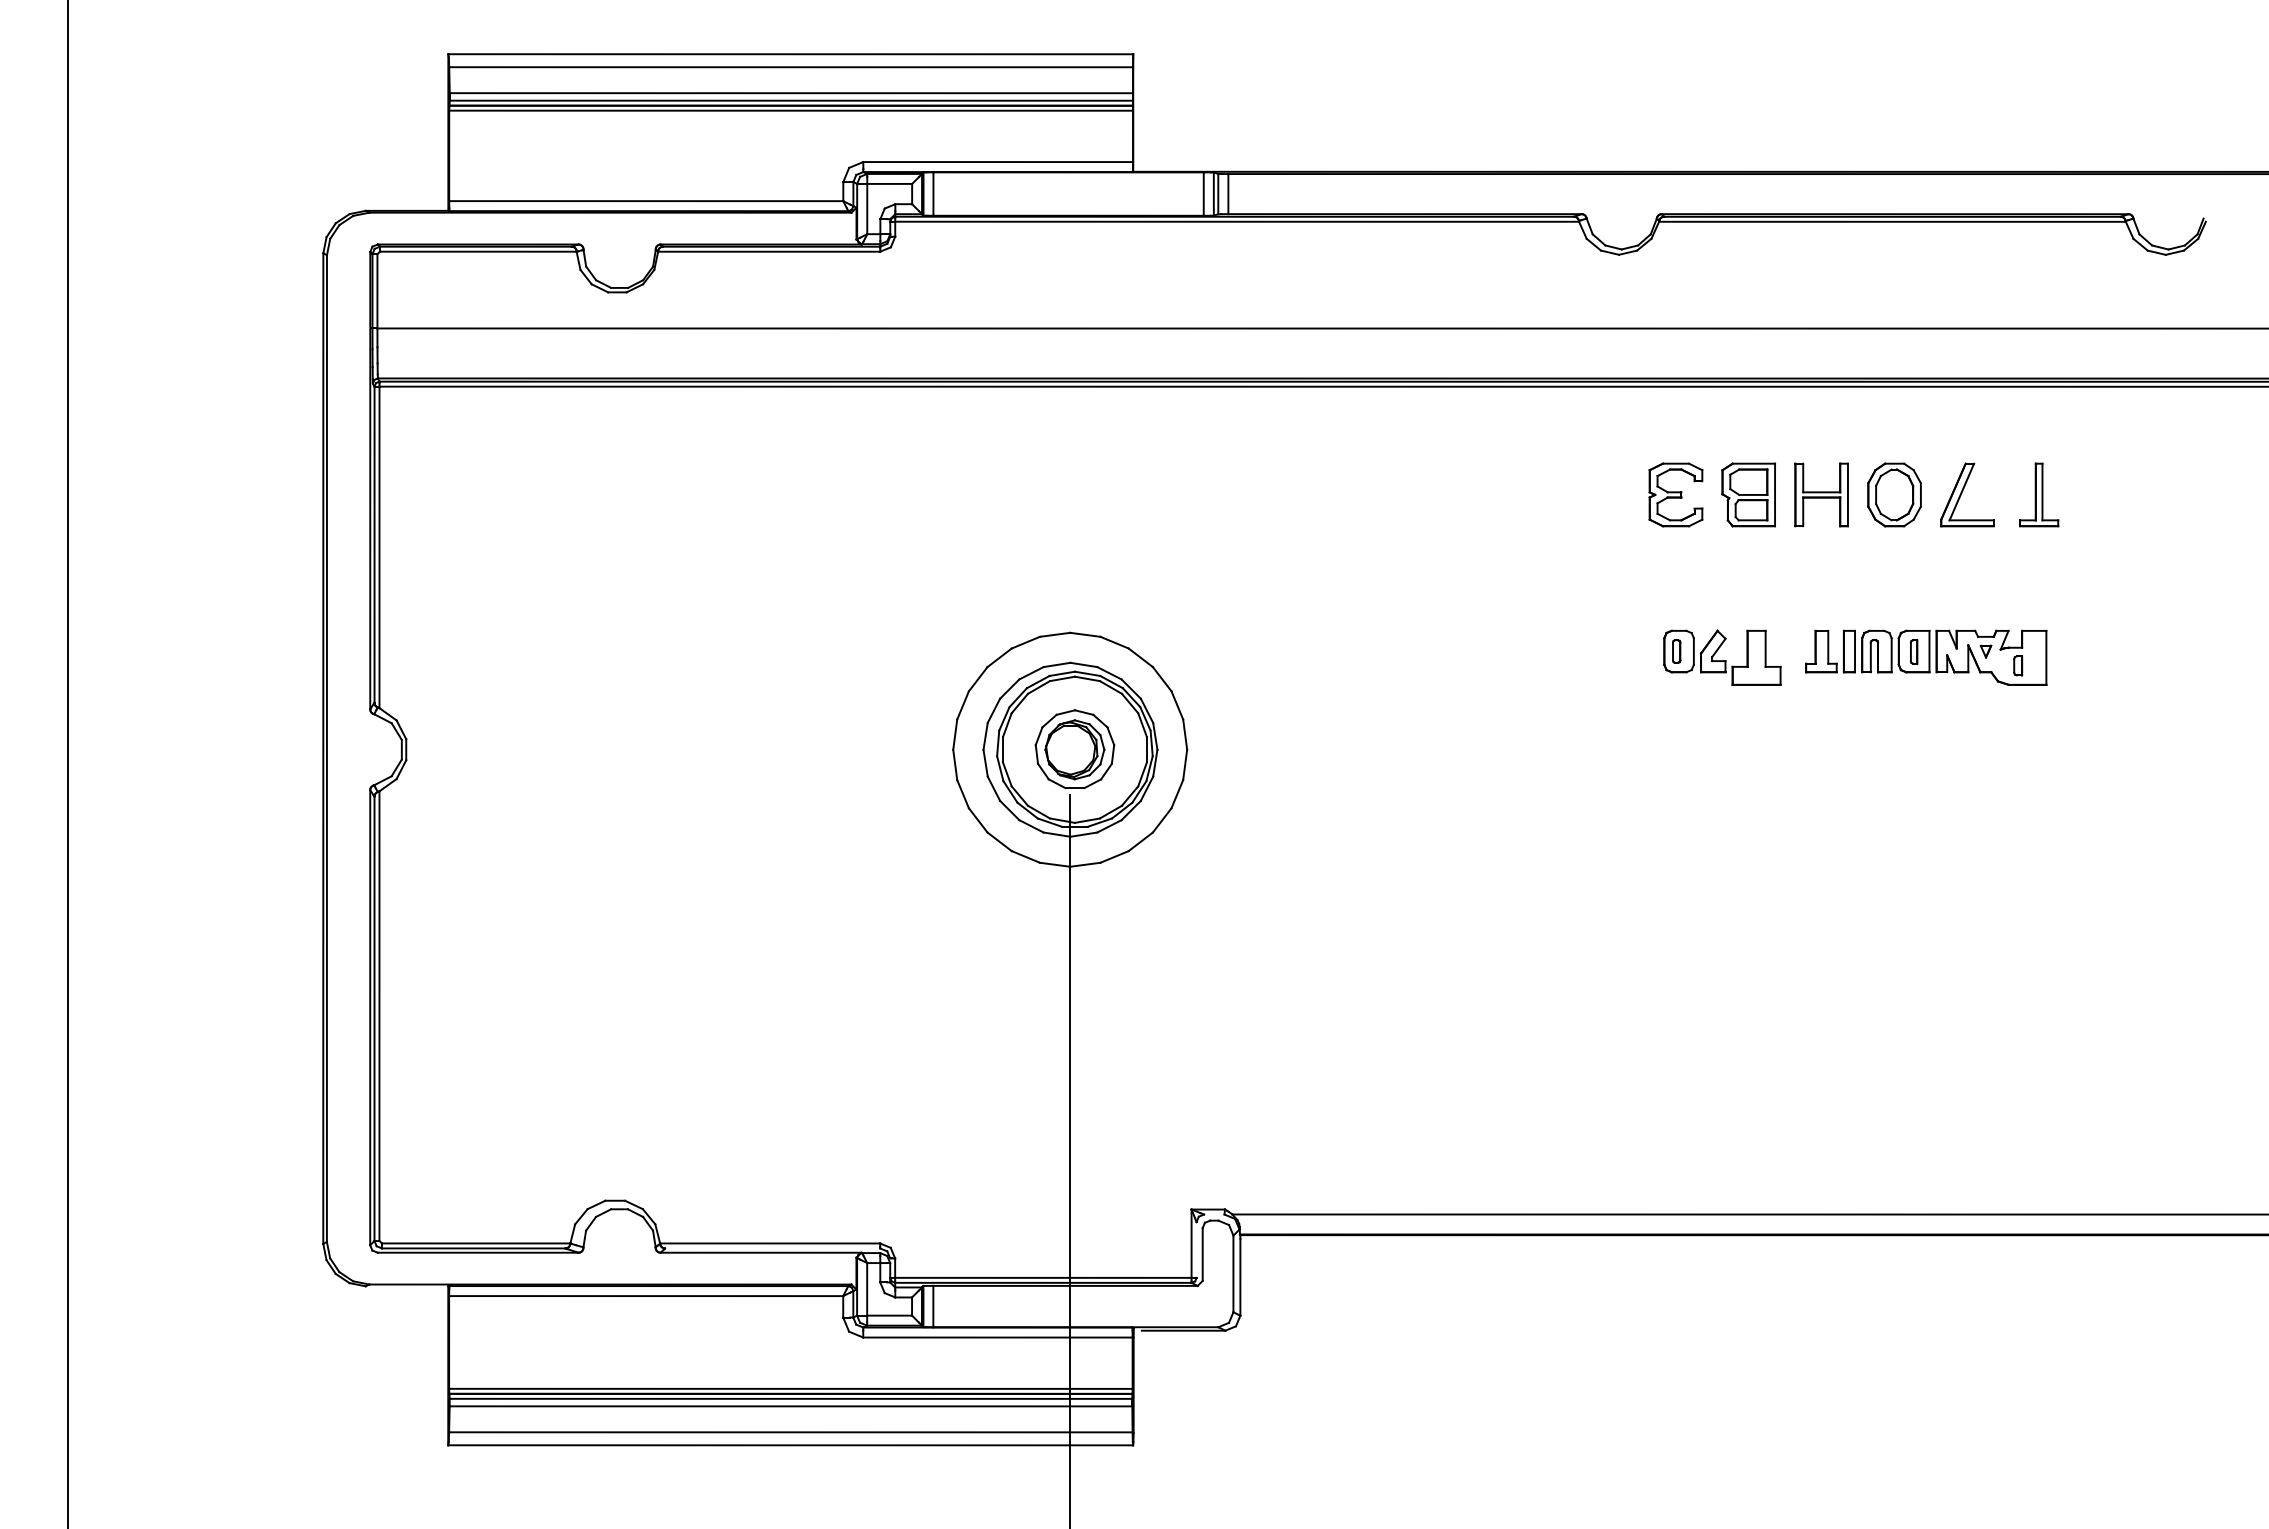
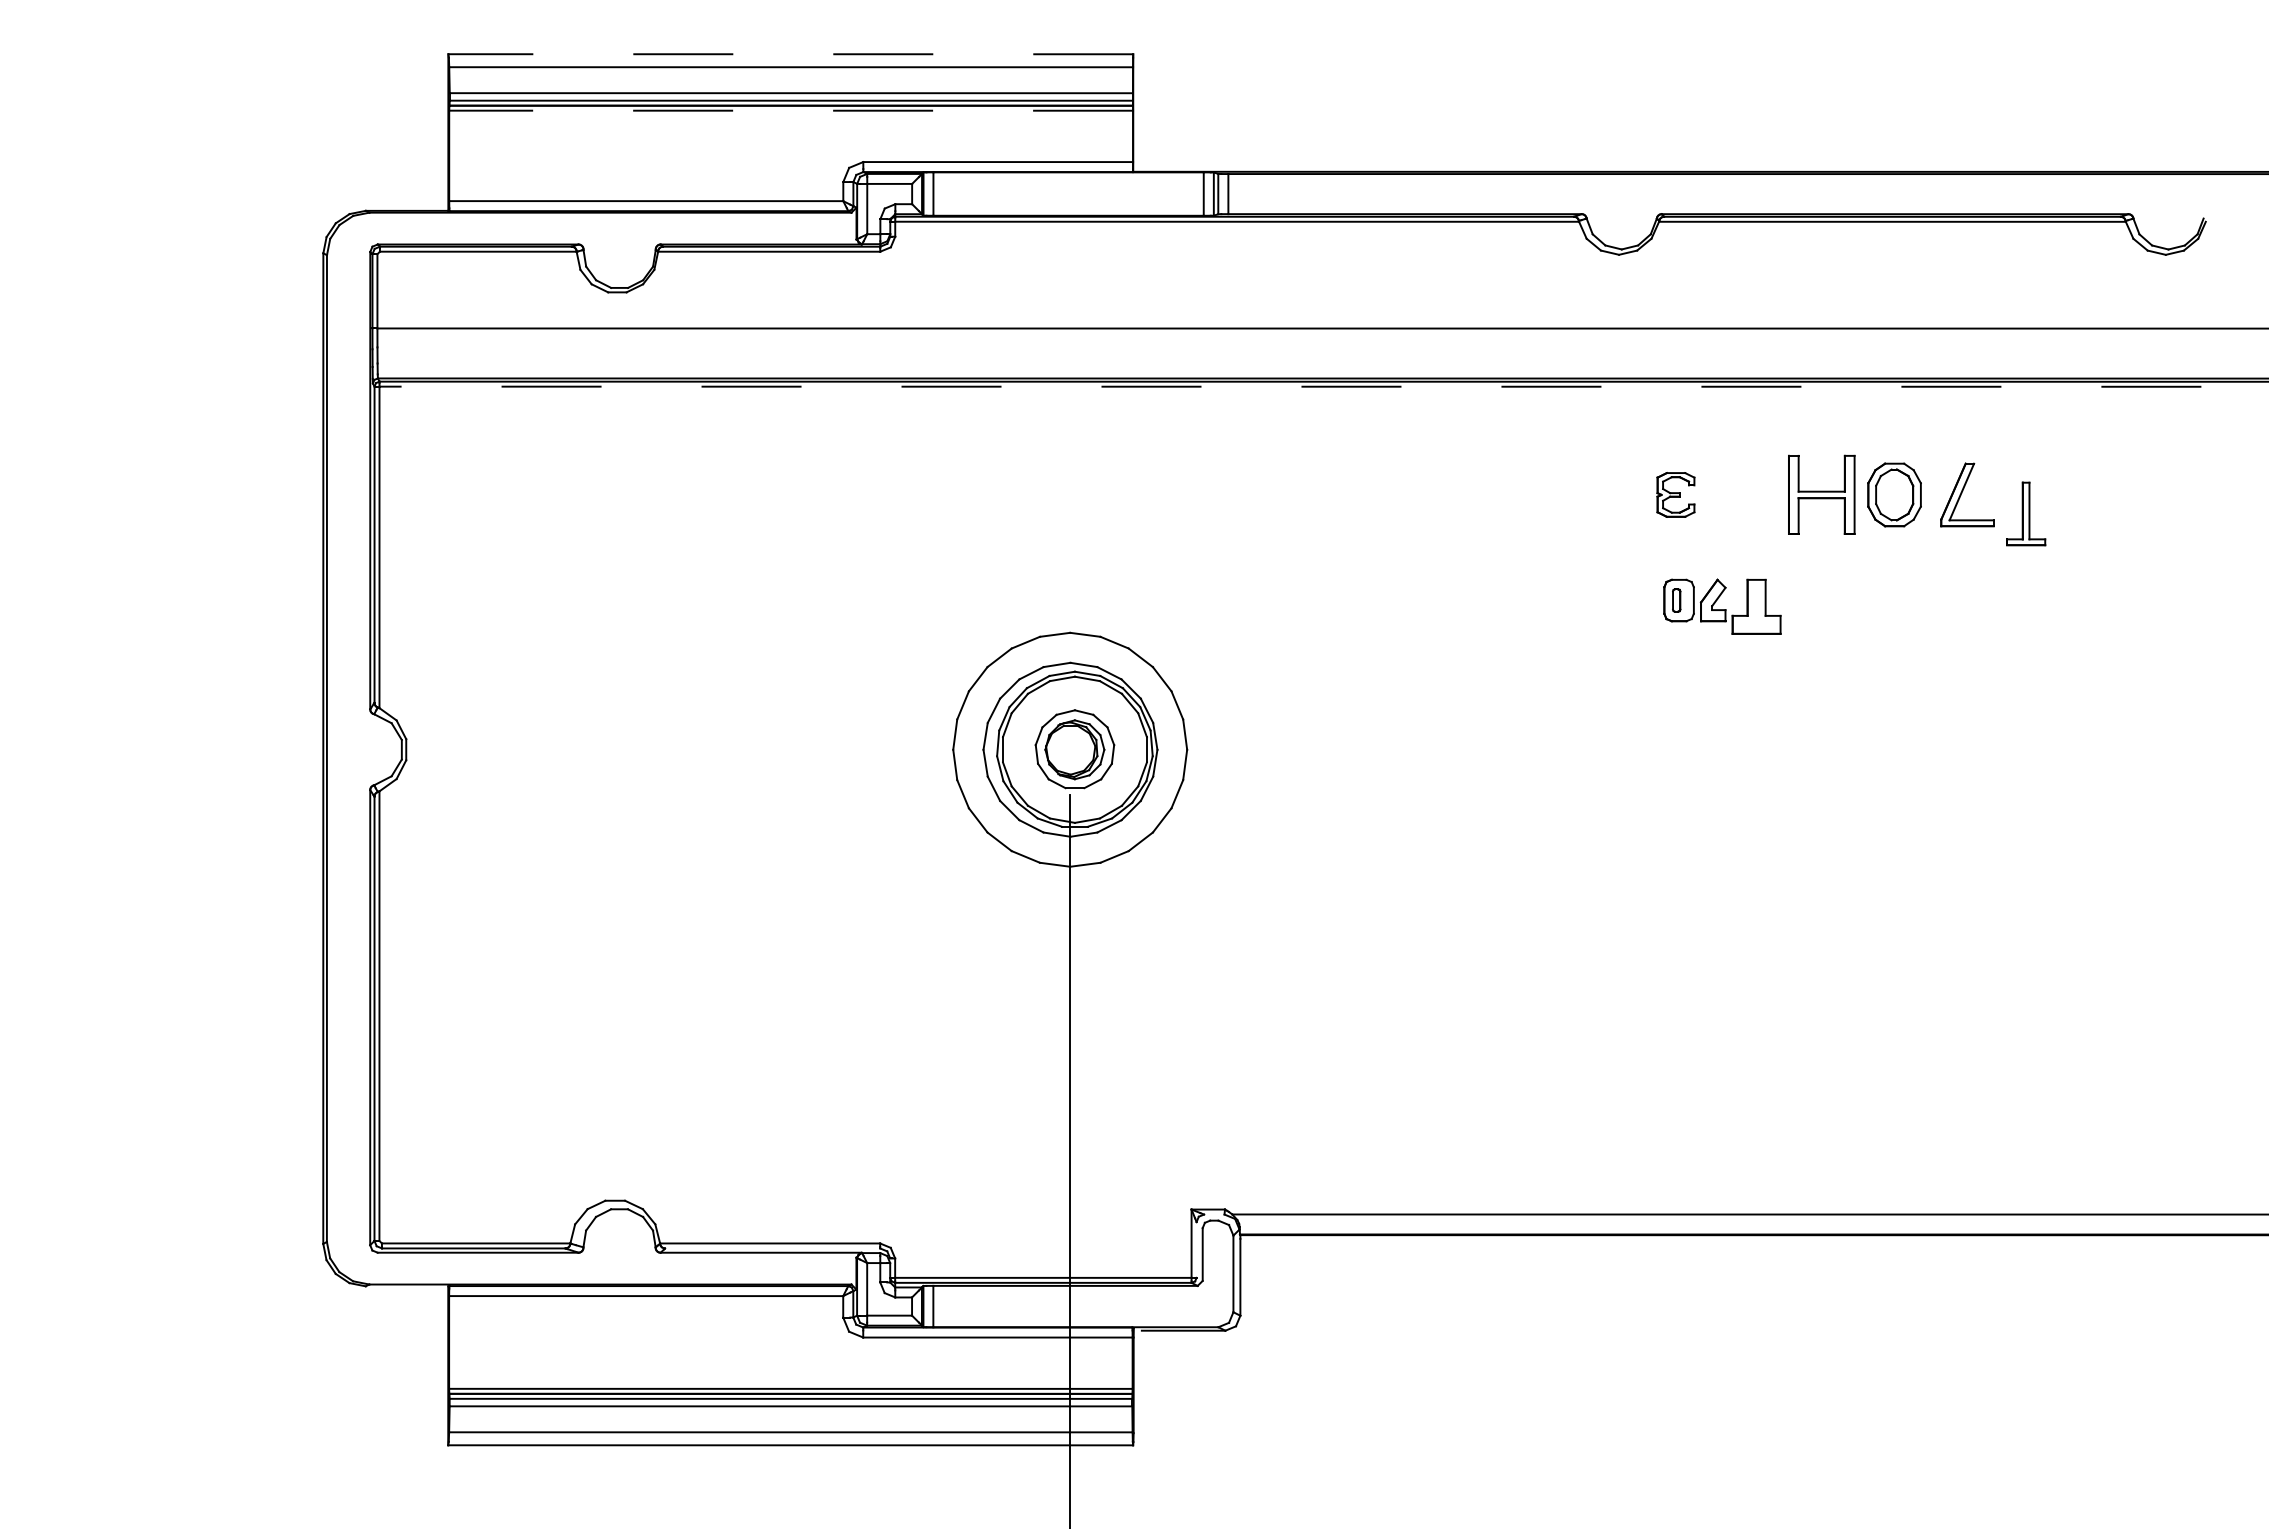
line at (790, 54): solid -> dashed
line at (791, 110): solid -> dashed
line at (1323, 386): solid -> dashed
part at (1675, 494) size: 56x66 px -> 40x46 px
part at (1748, 494): present -> none
part at (1821, 494) size: 55x66 px -> 68x81 px
part at (2039, 494) position: (2039, 494) -> (2026, 513)
part at (1722, 657) position: (1722, 657) -> (1722, 606)
part at (1926, 657): present -> none
line at (68, 763): present -> none
